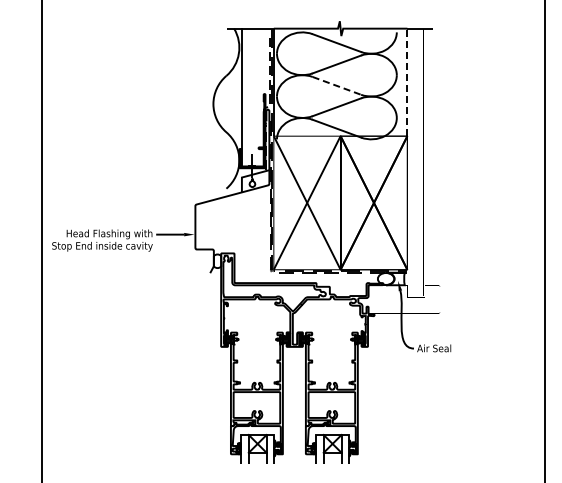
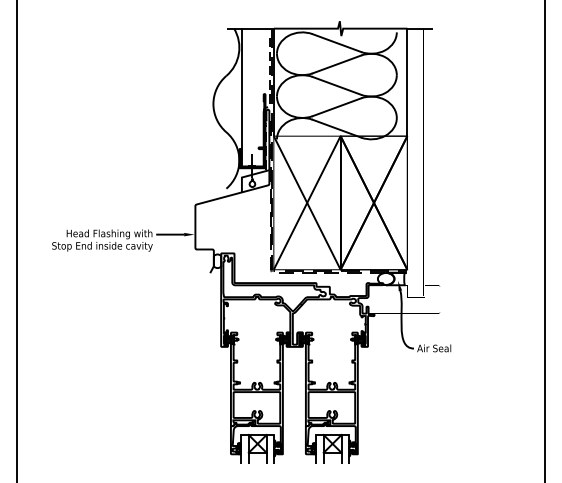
line at (407, 82): dashed -> solid
line at (336, 85): dashed -> solid
line at (41, 240) position: (41, 240) -> (16, 240)
